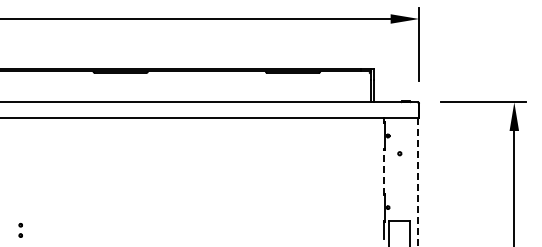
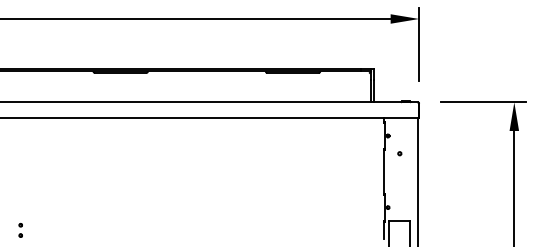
line at (384, 171): dashed -> solid
line at (418, 182): dashed -> solid
